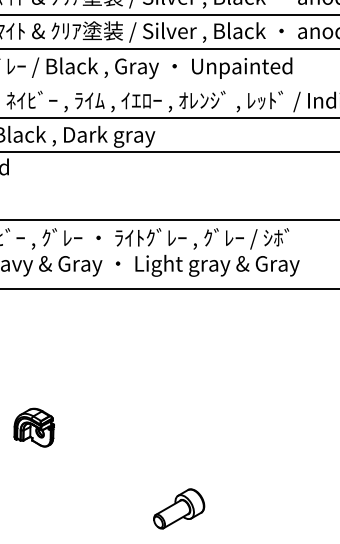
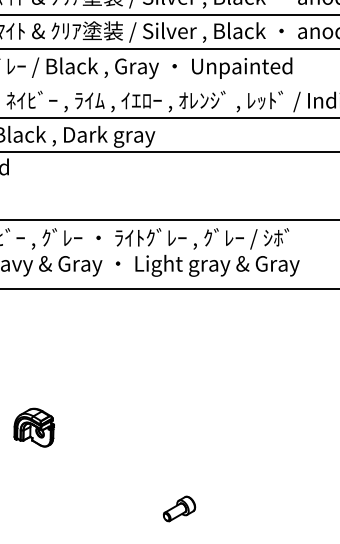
part at (179, 508) size: 53x42 px -> 34x28 px
